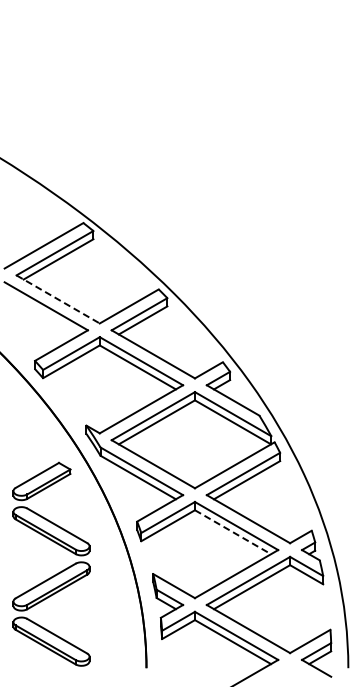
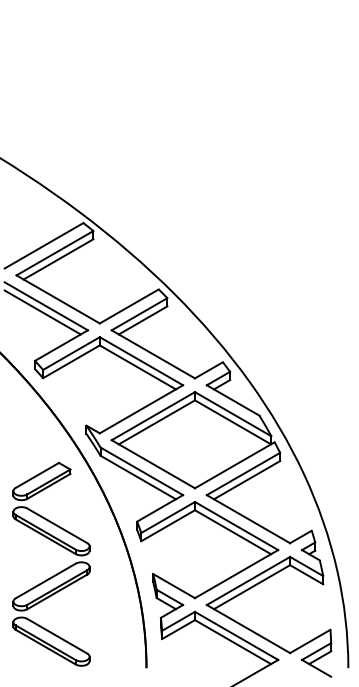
line at (58, 299): dashed -> solid
line at (42, 312): none -> present
line at (233, 532): dashed -> solid
